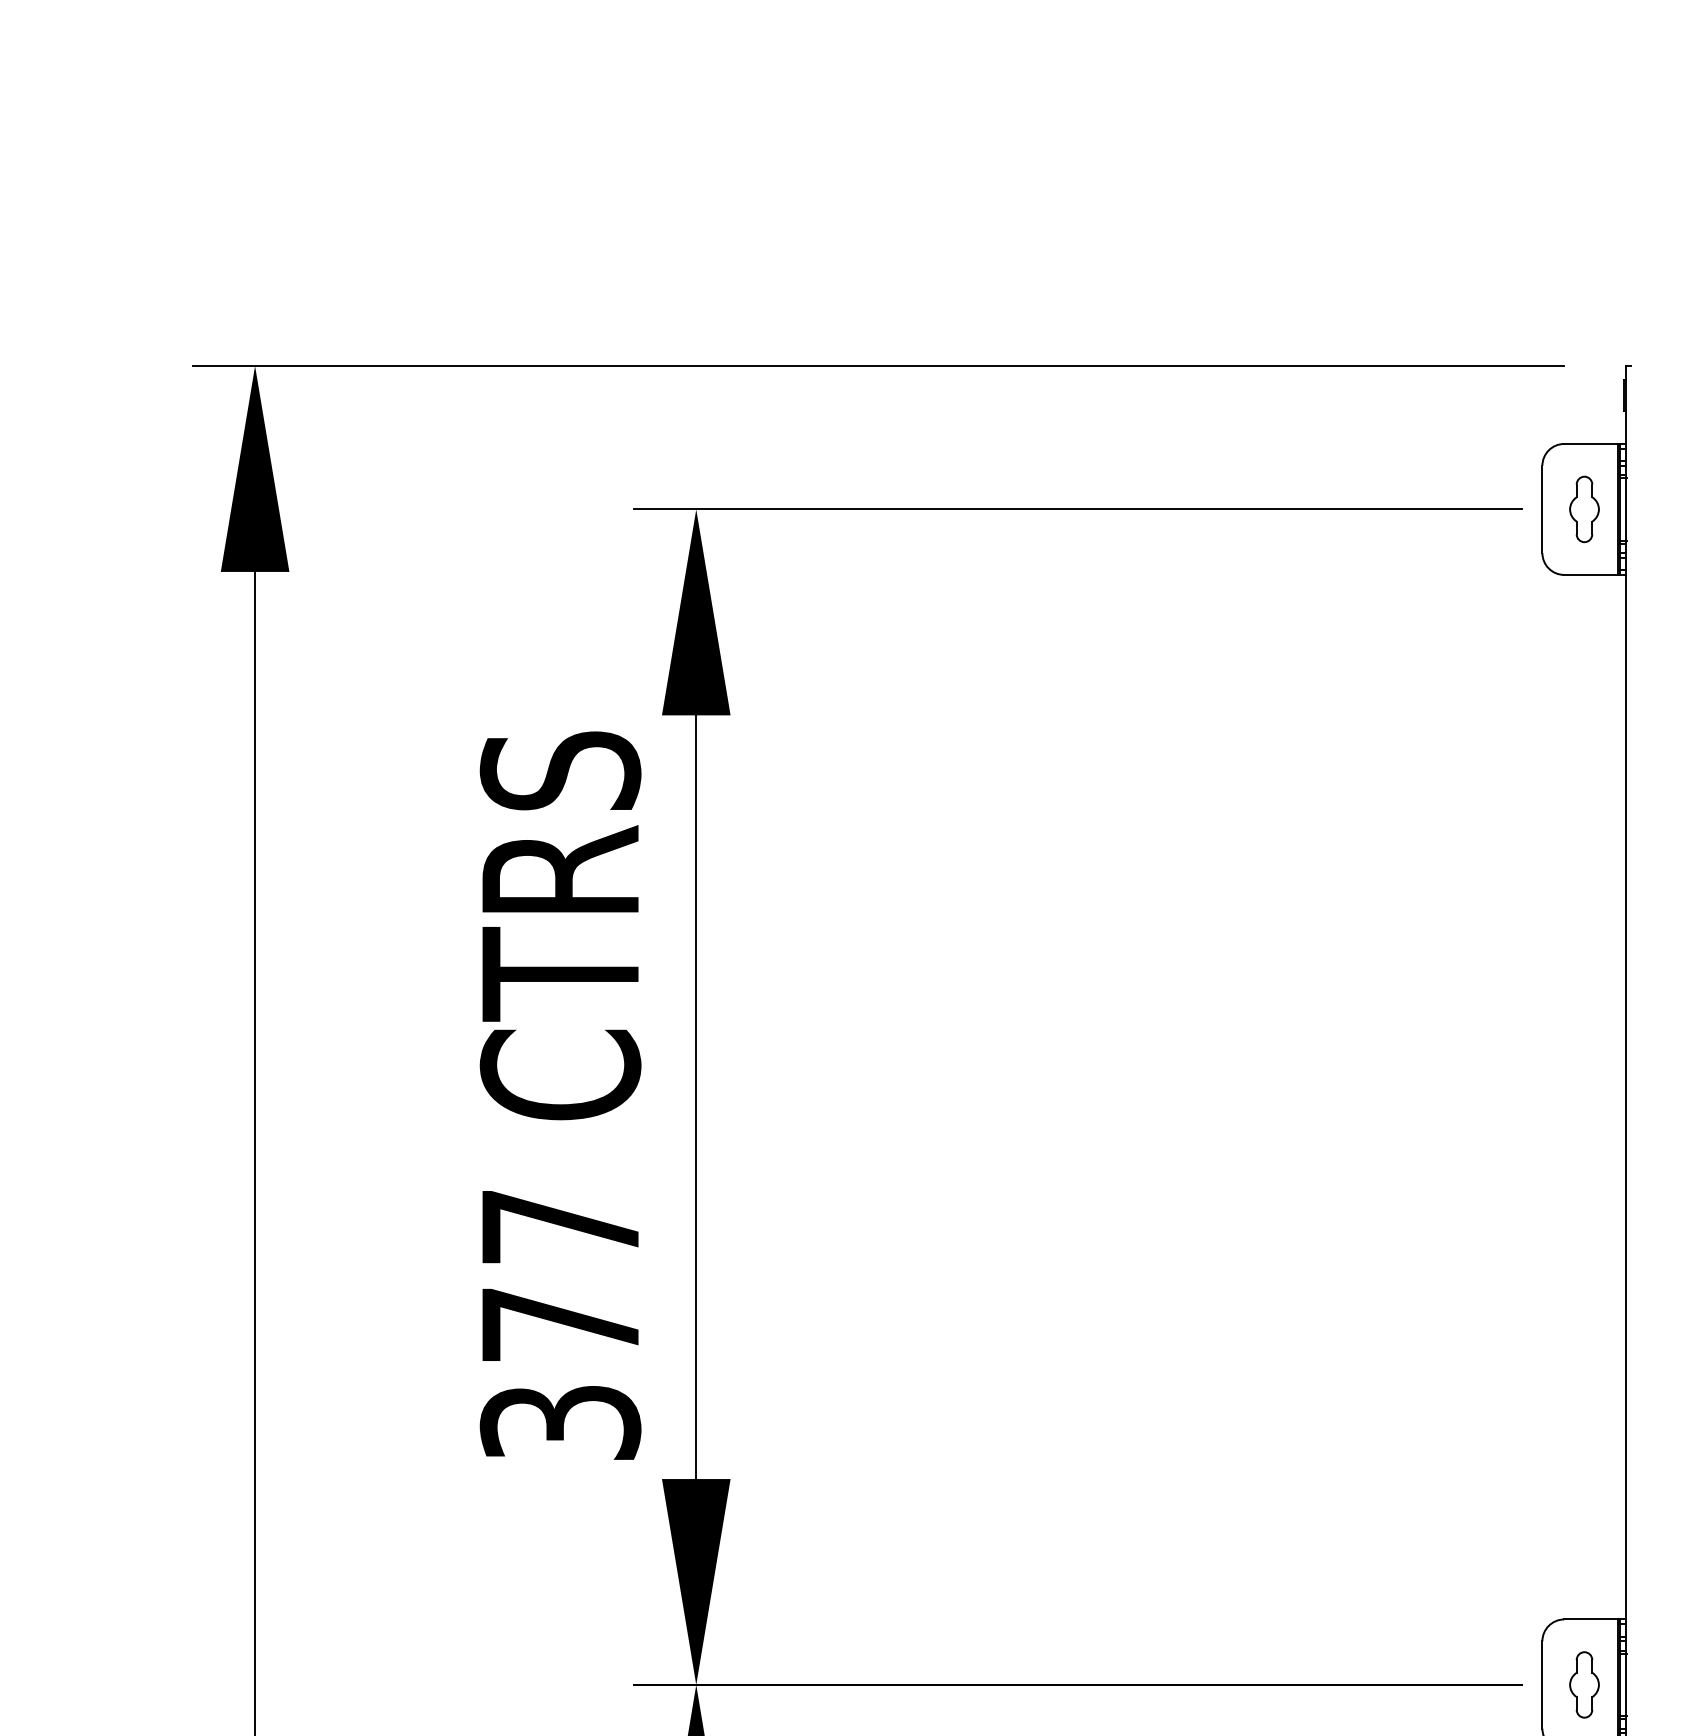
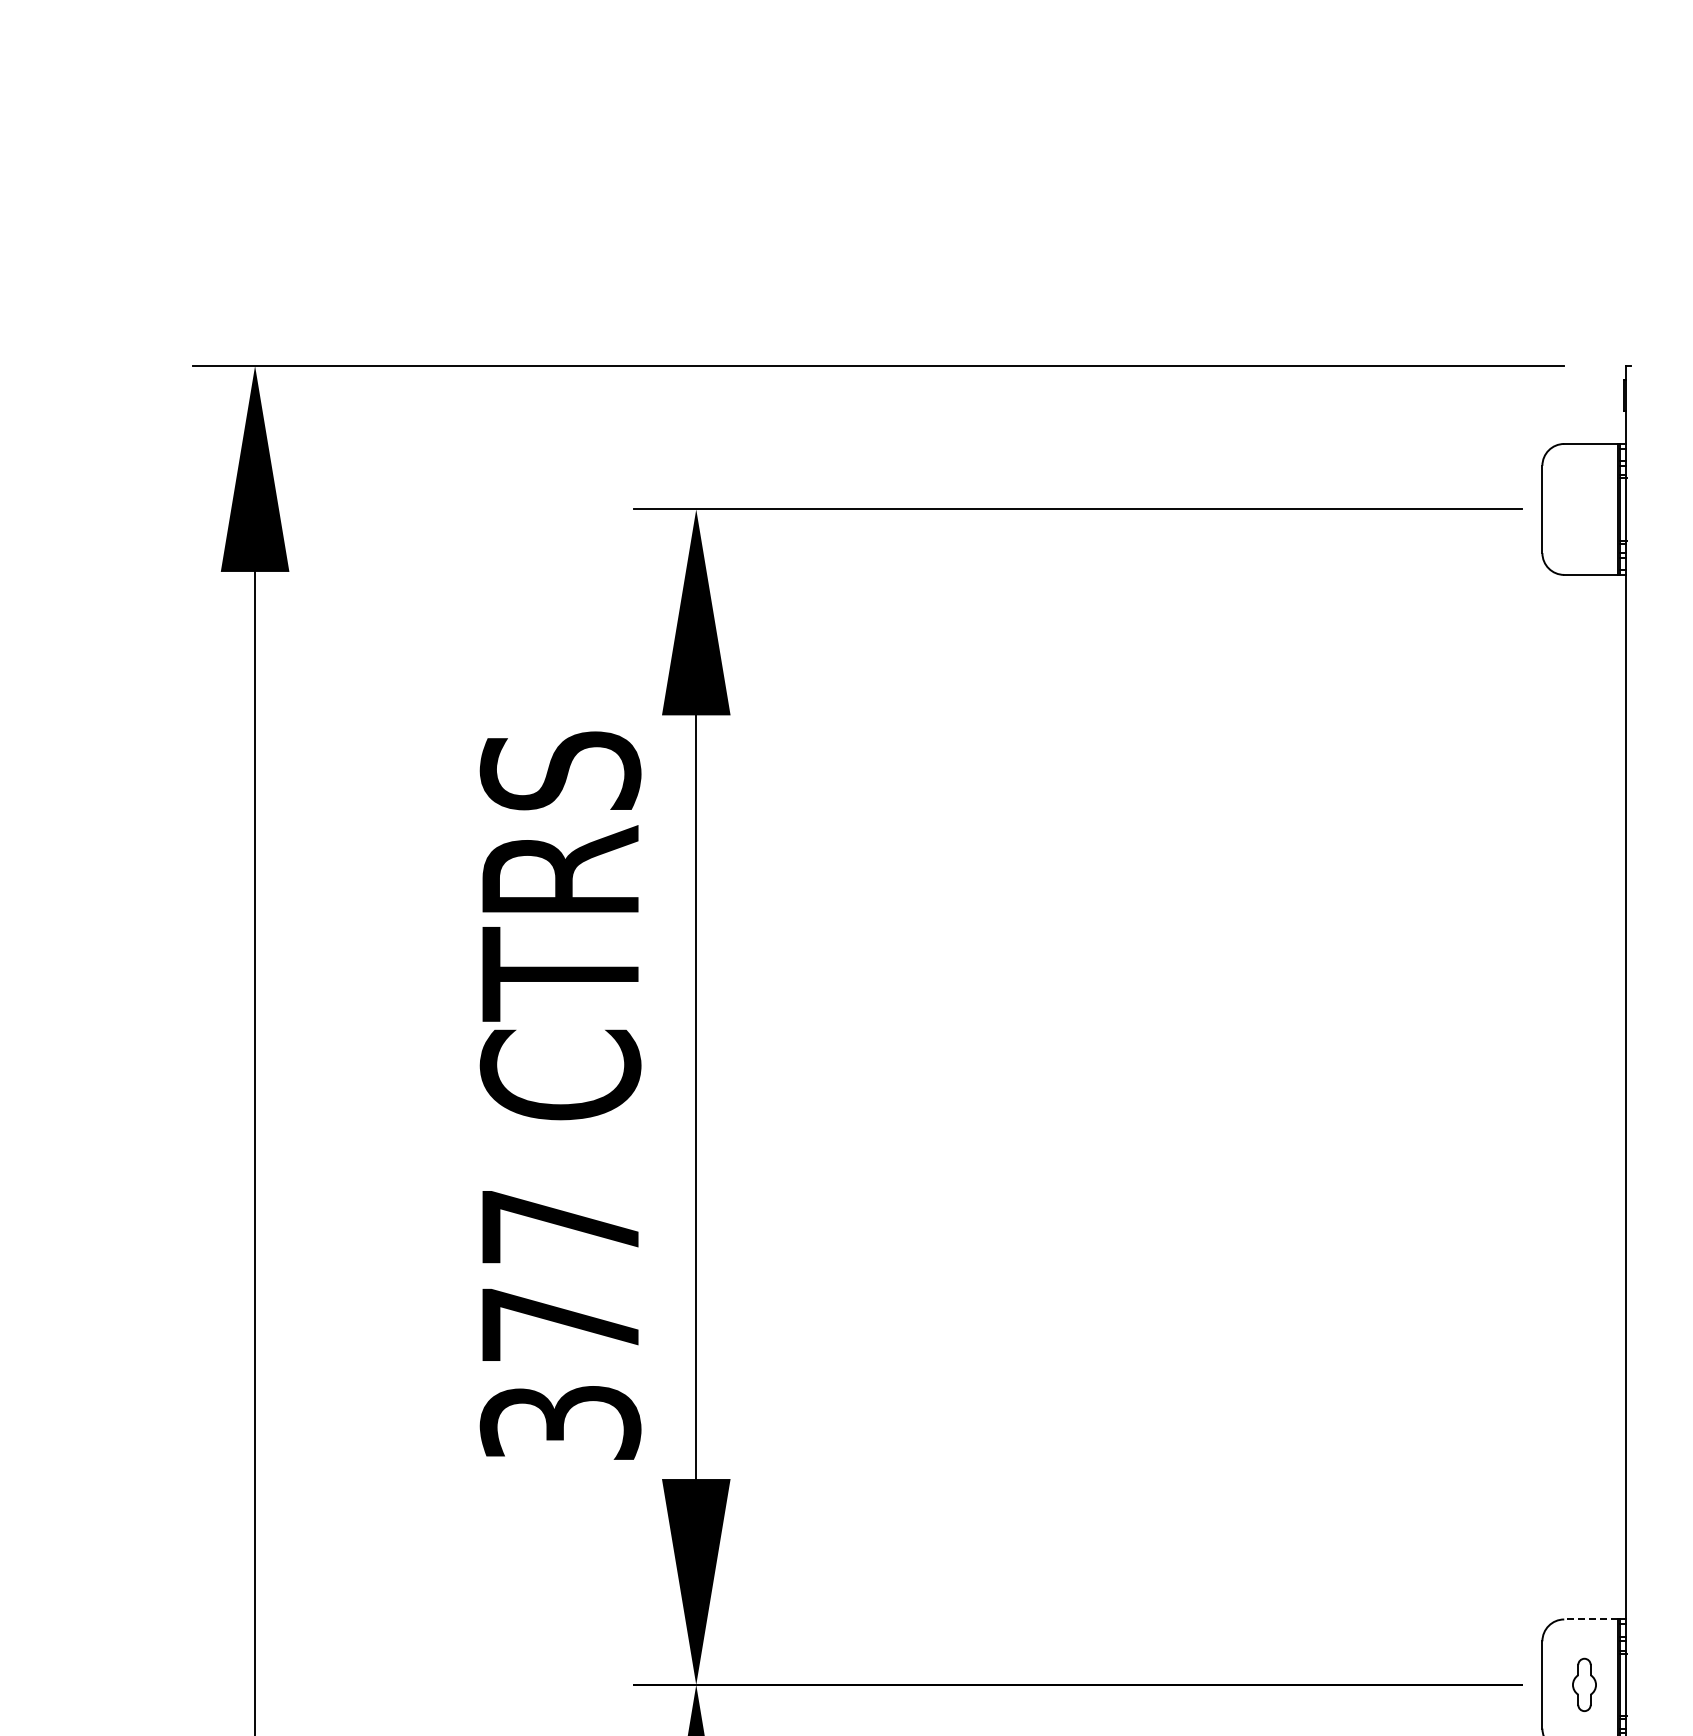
part at (1584, 509): present -> none
line at (1590, 1619): solid -> dashed
part at (1584, 1684) size: 31x68 px -> 25x55 px
